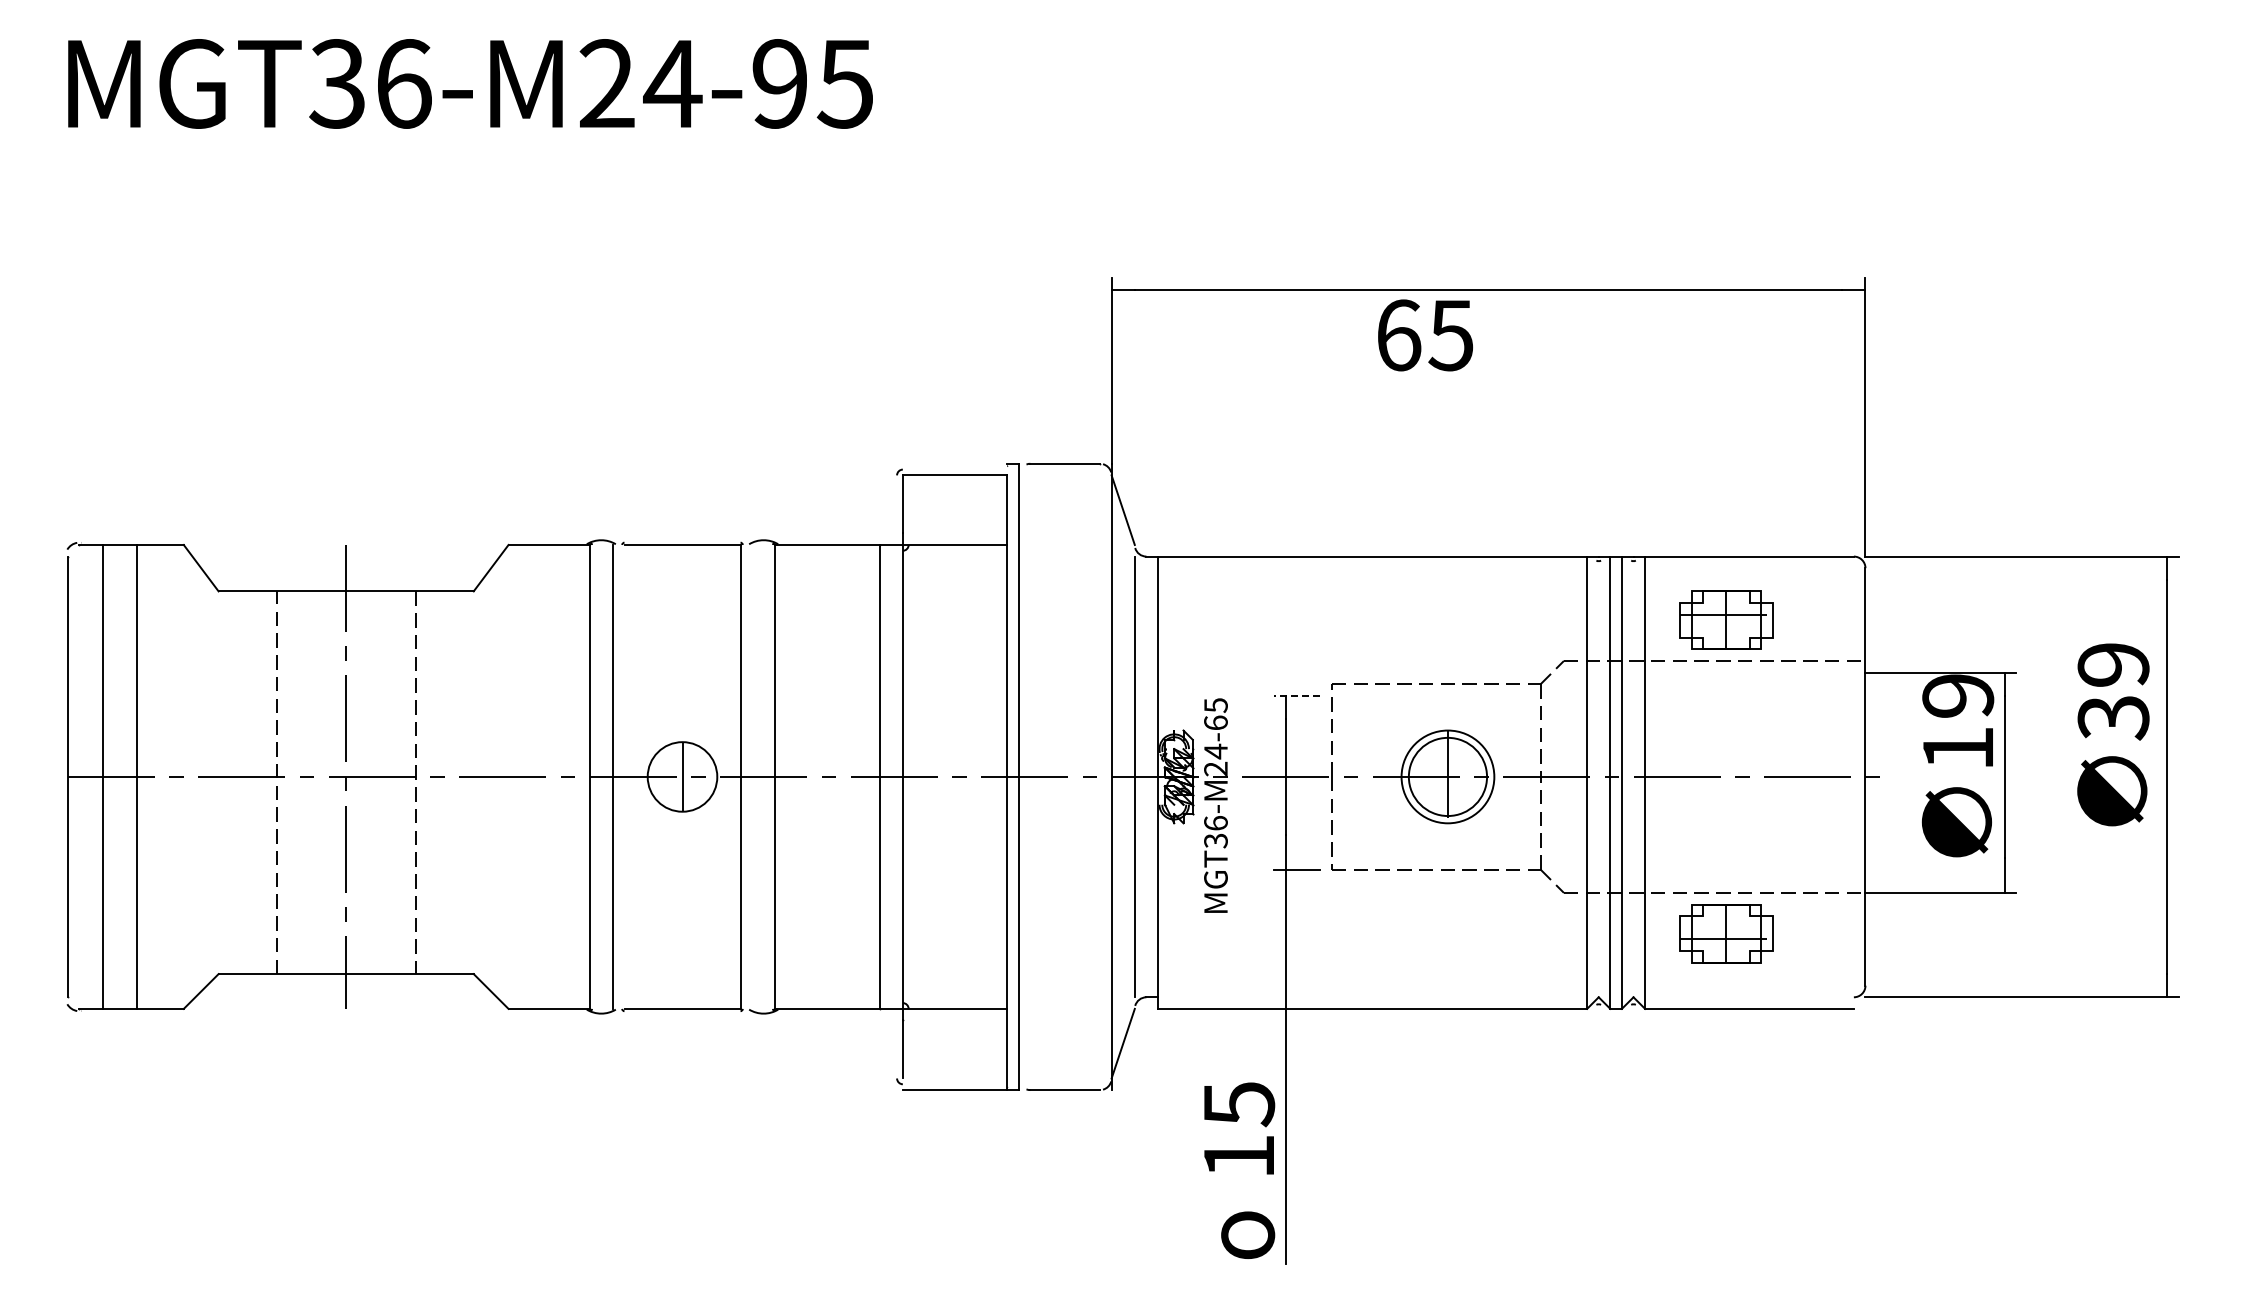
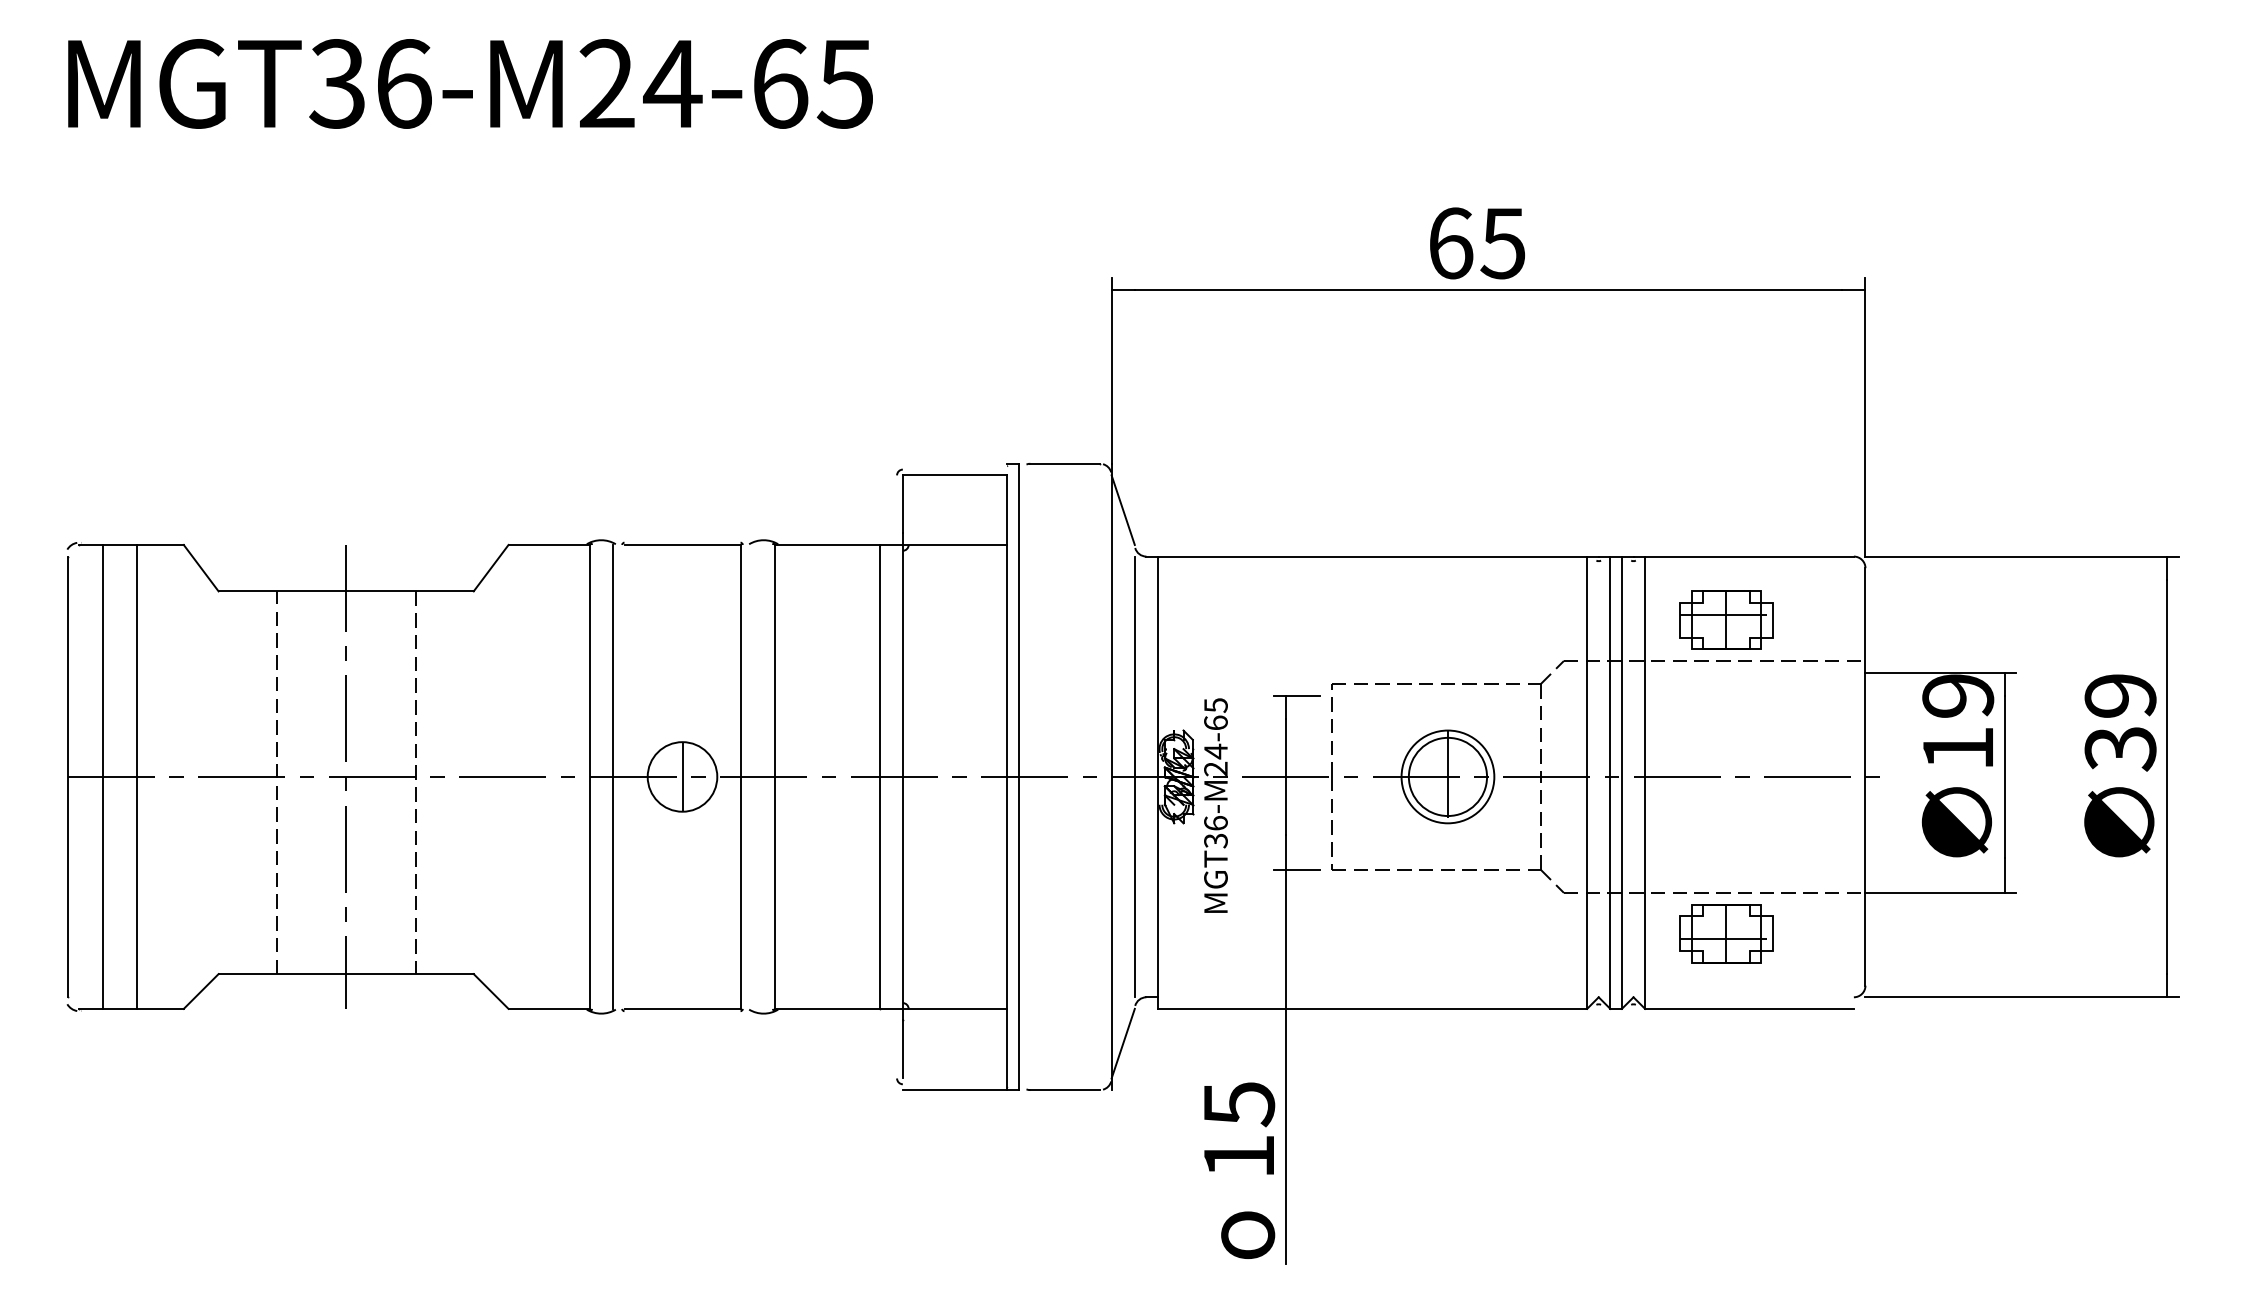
text at (780, 83): MGT36-M24-95 -> MGT36-M24-65
text at (1425, 335) position: (1425, 335) -> (1477, 243)
line at (1296, 695): dashed -> solid
text at (2113, 734) position: (2113, 734) -> (2120, 765)
